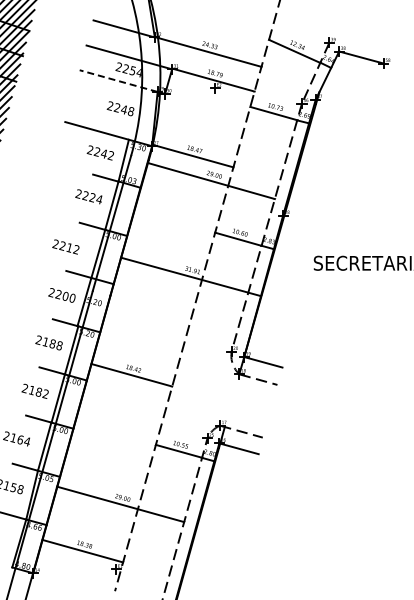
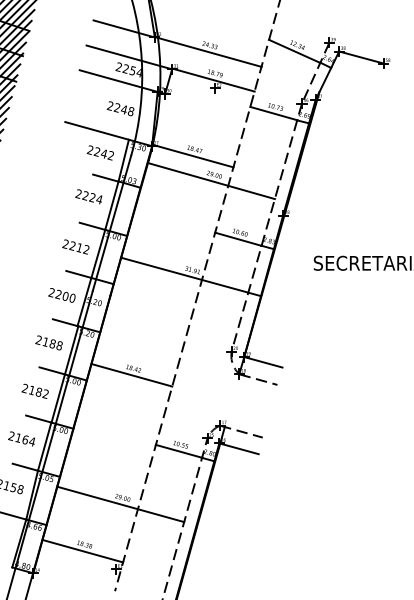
line at (118, 80): dashed -> solid
text at (65, 246) position: (65, 246) -> (75, 246)
text at (16, 438) position: (16, 438) -> (21, 438)
